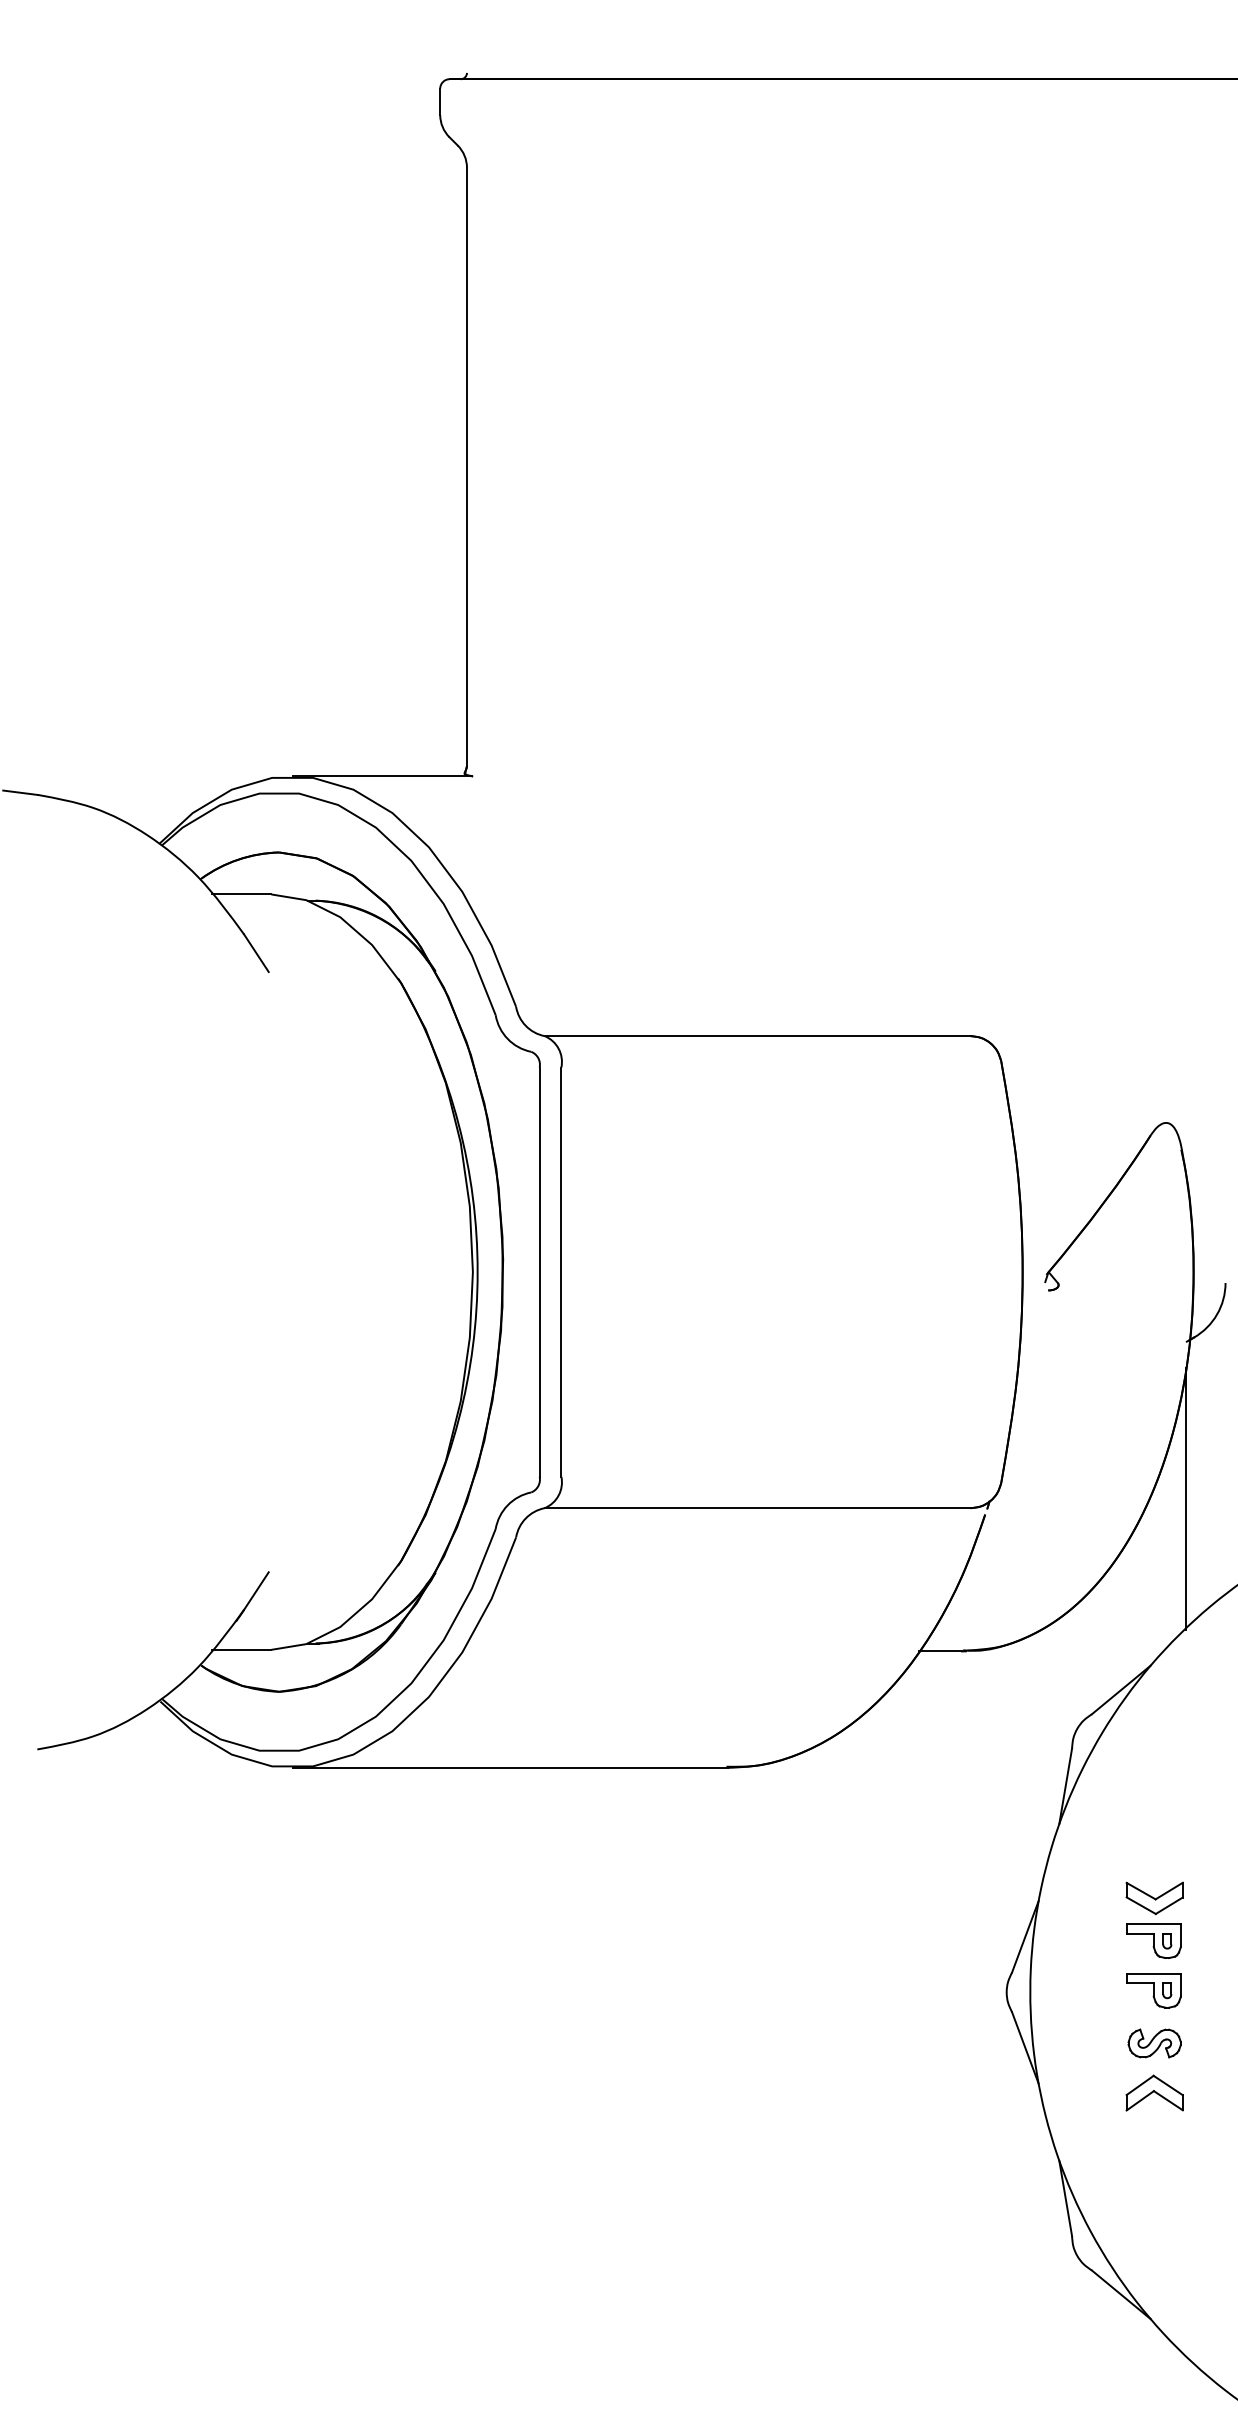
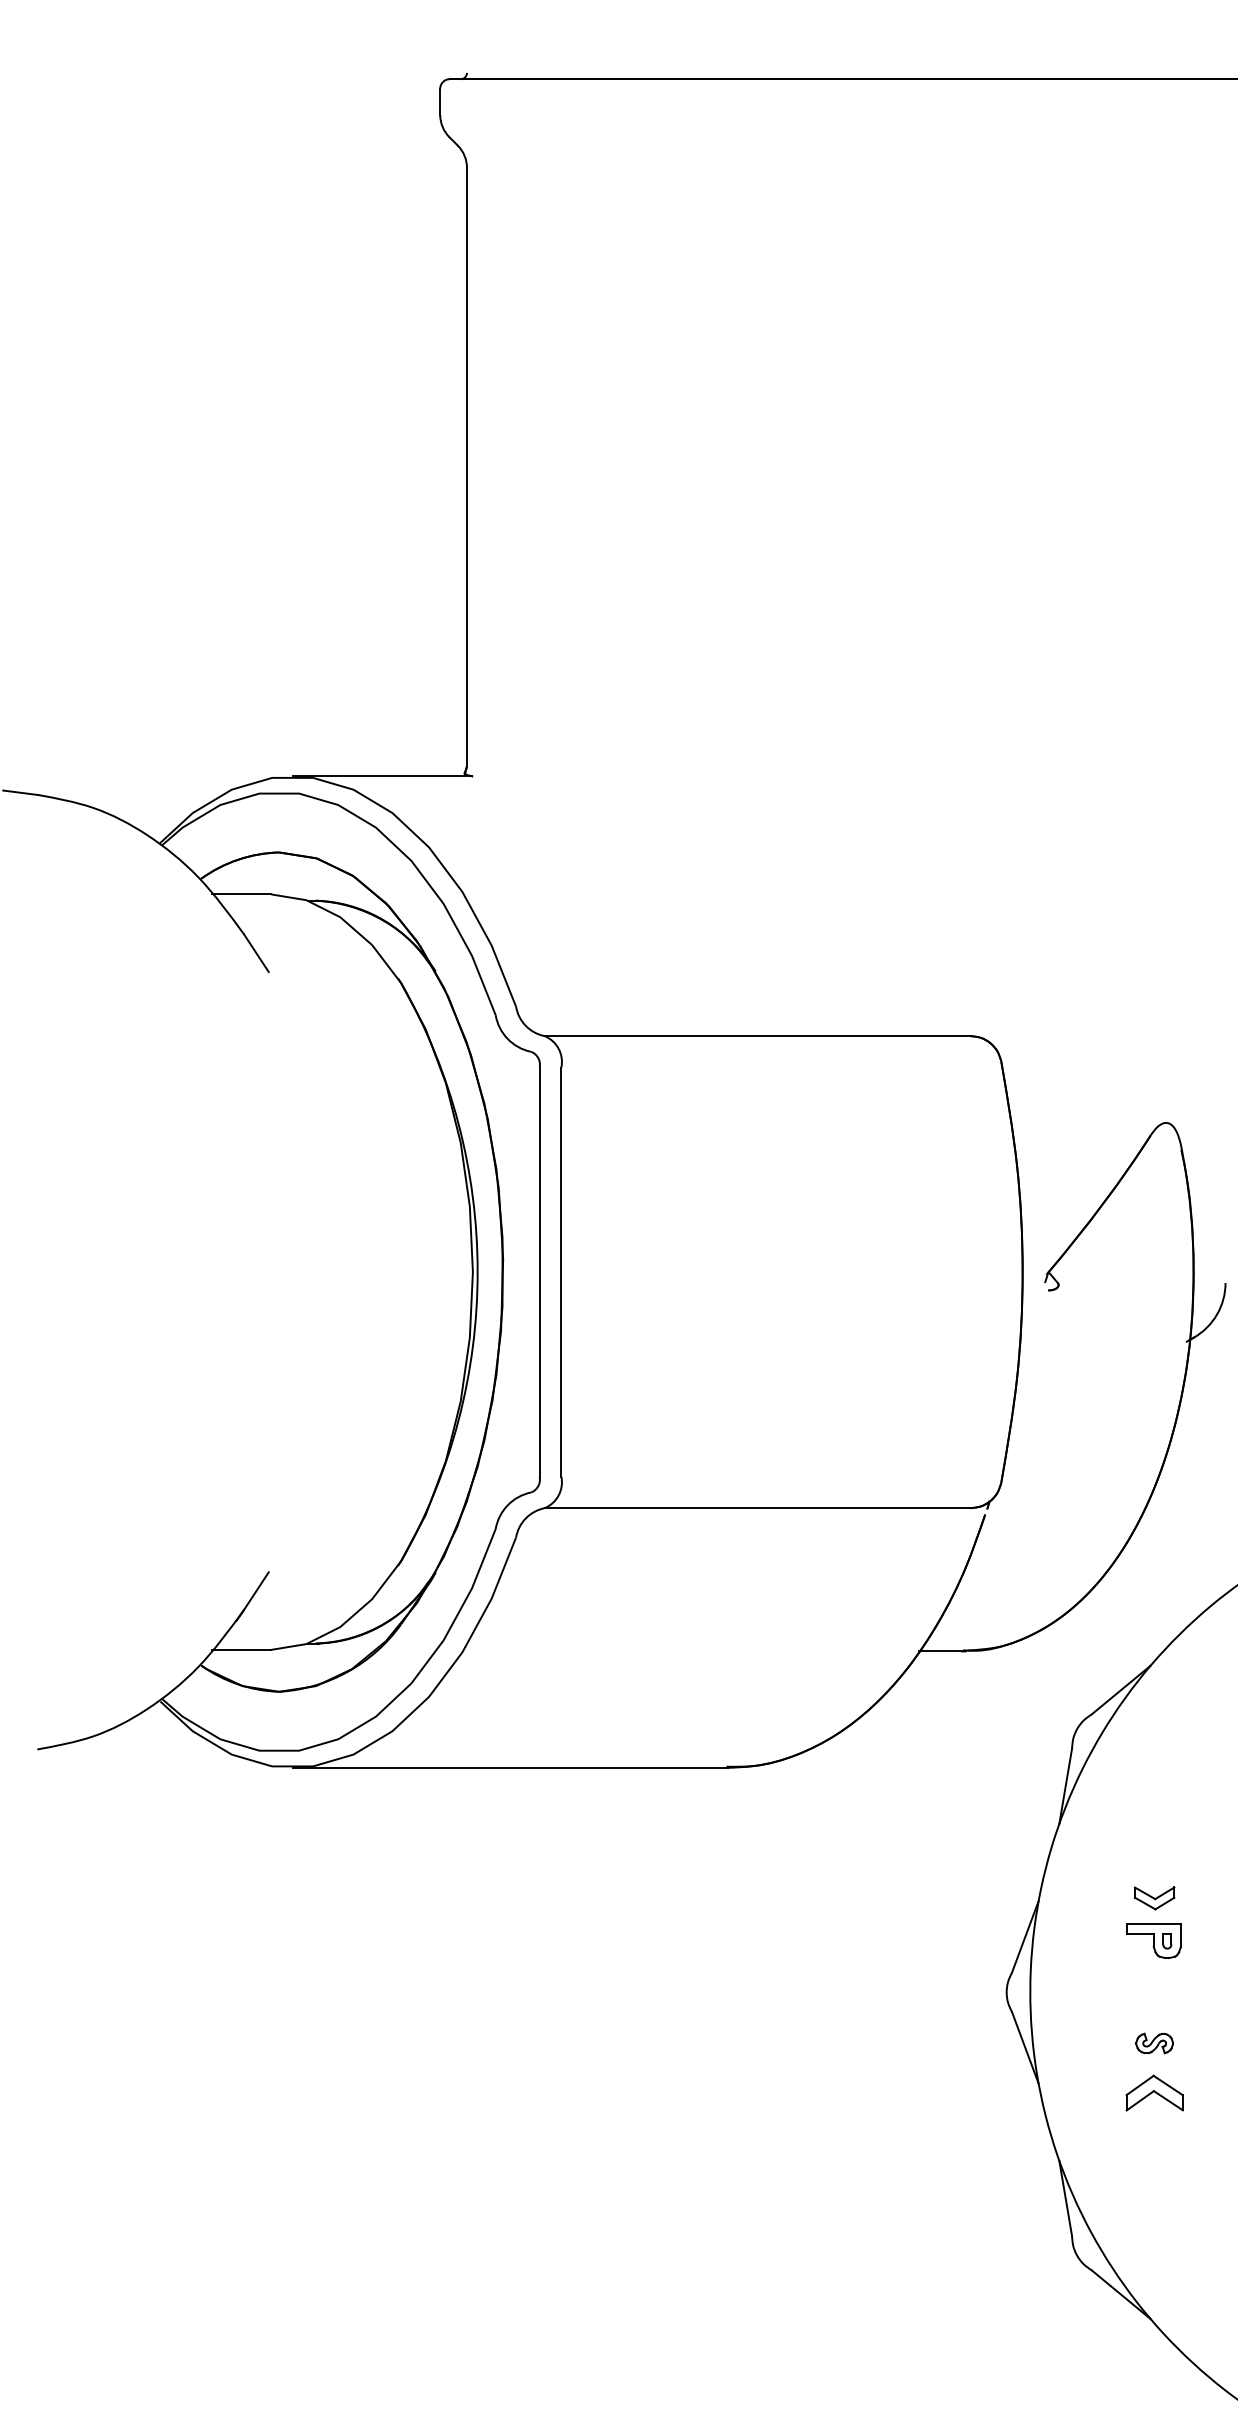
line at (1186, 1499): present -> none
part at (1154, 1898) size: 59x35 px -> 42x25 px
part at (1153, 1990): present -> none
part at (1154, 2043) size: 55x31 px -> 39x23 px
